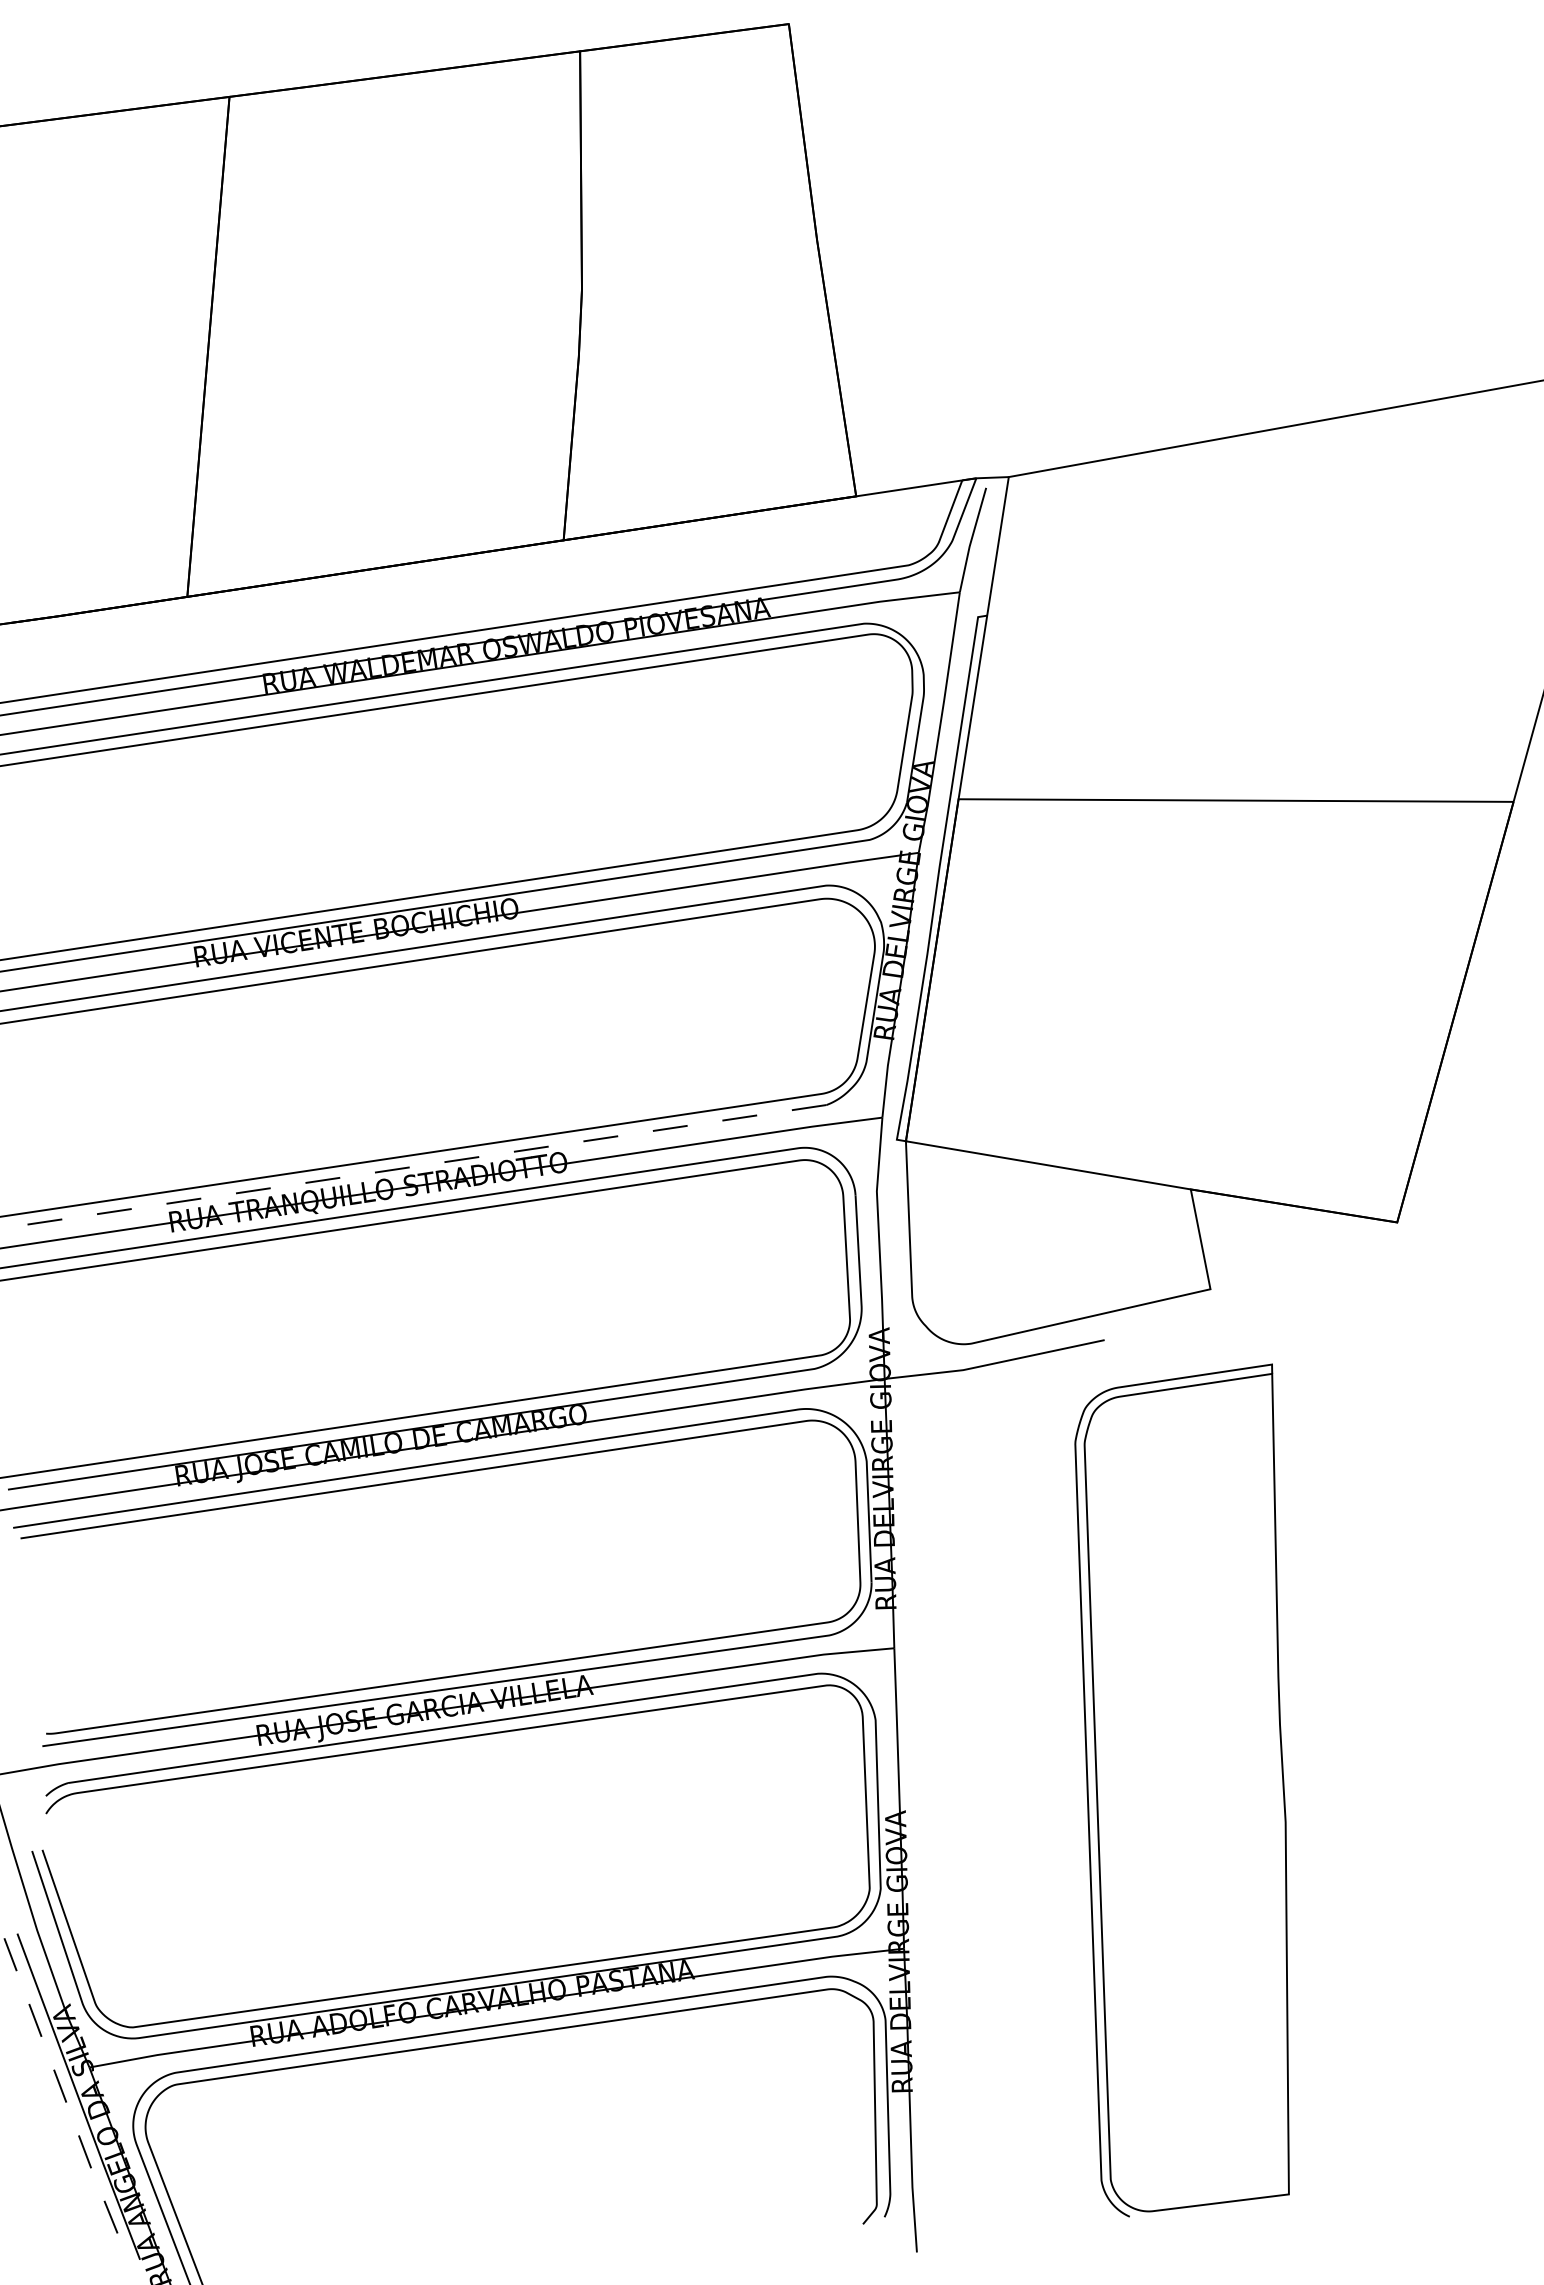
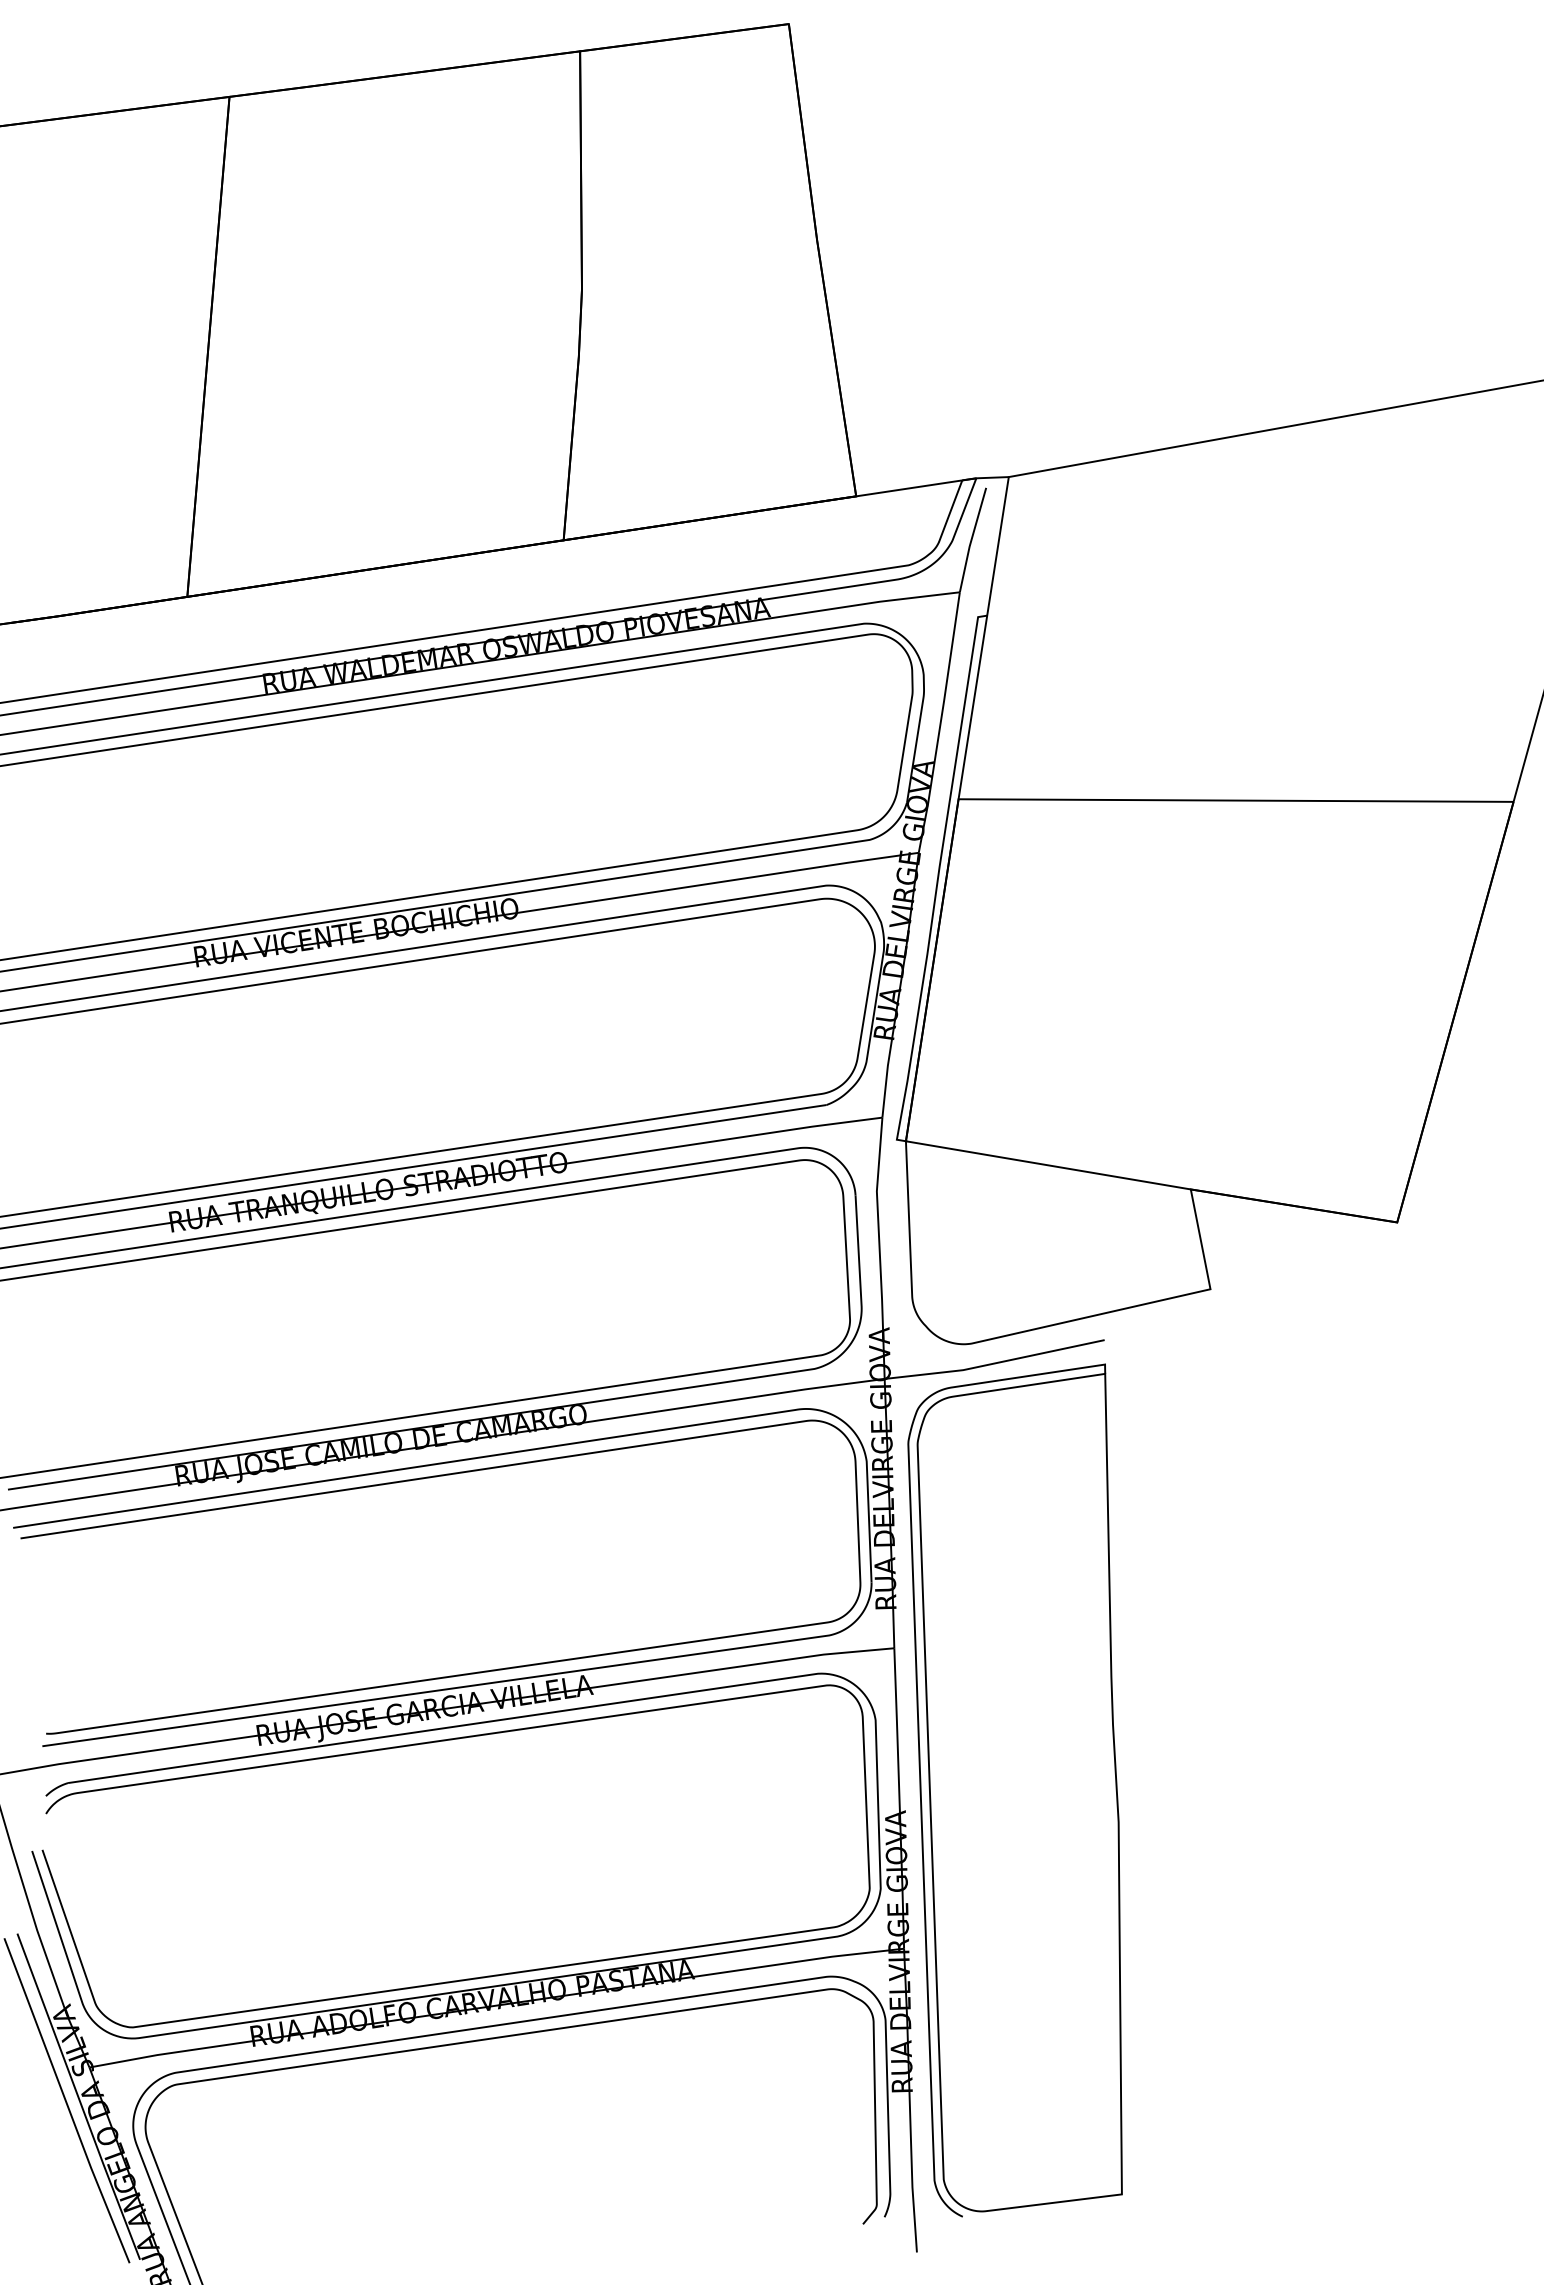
line at (413, 1166): dashed -> solid
part at (1181, 1790) position: (1181, 1790) -> (1014, 1790)
line at (66, 2101): dashed -> solid
